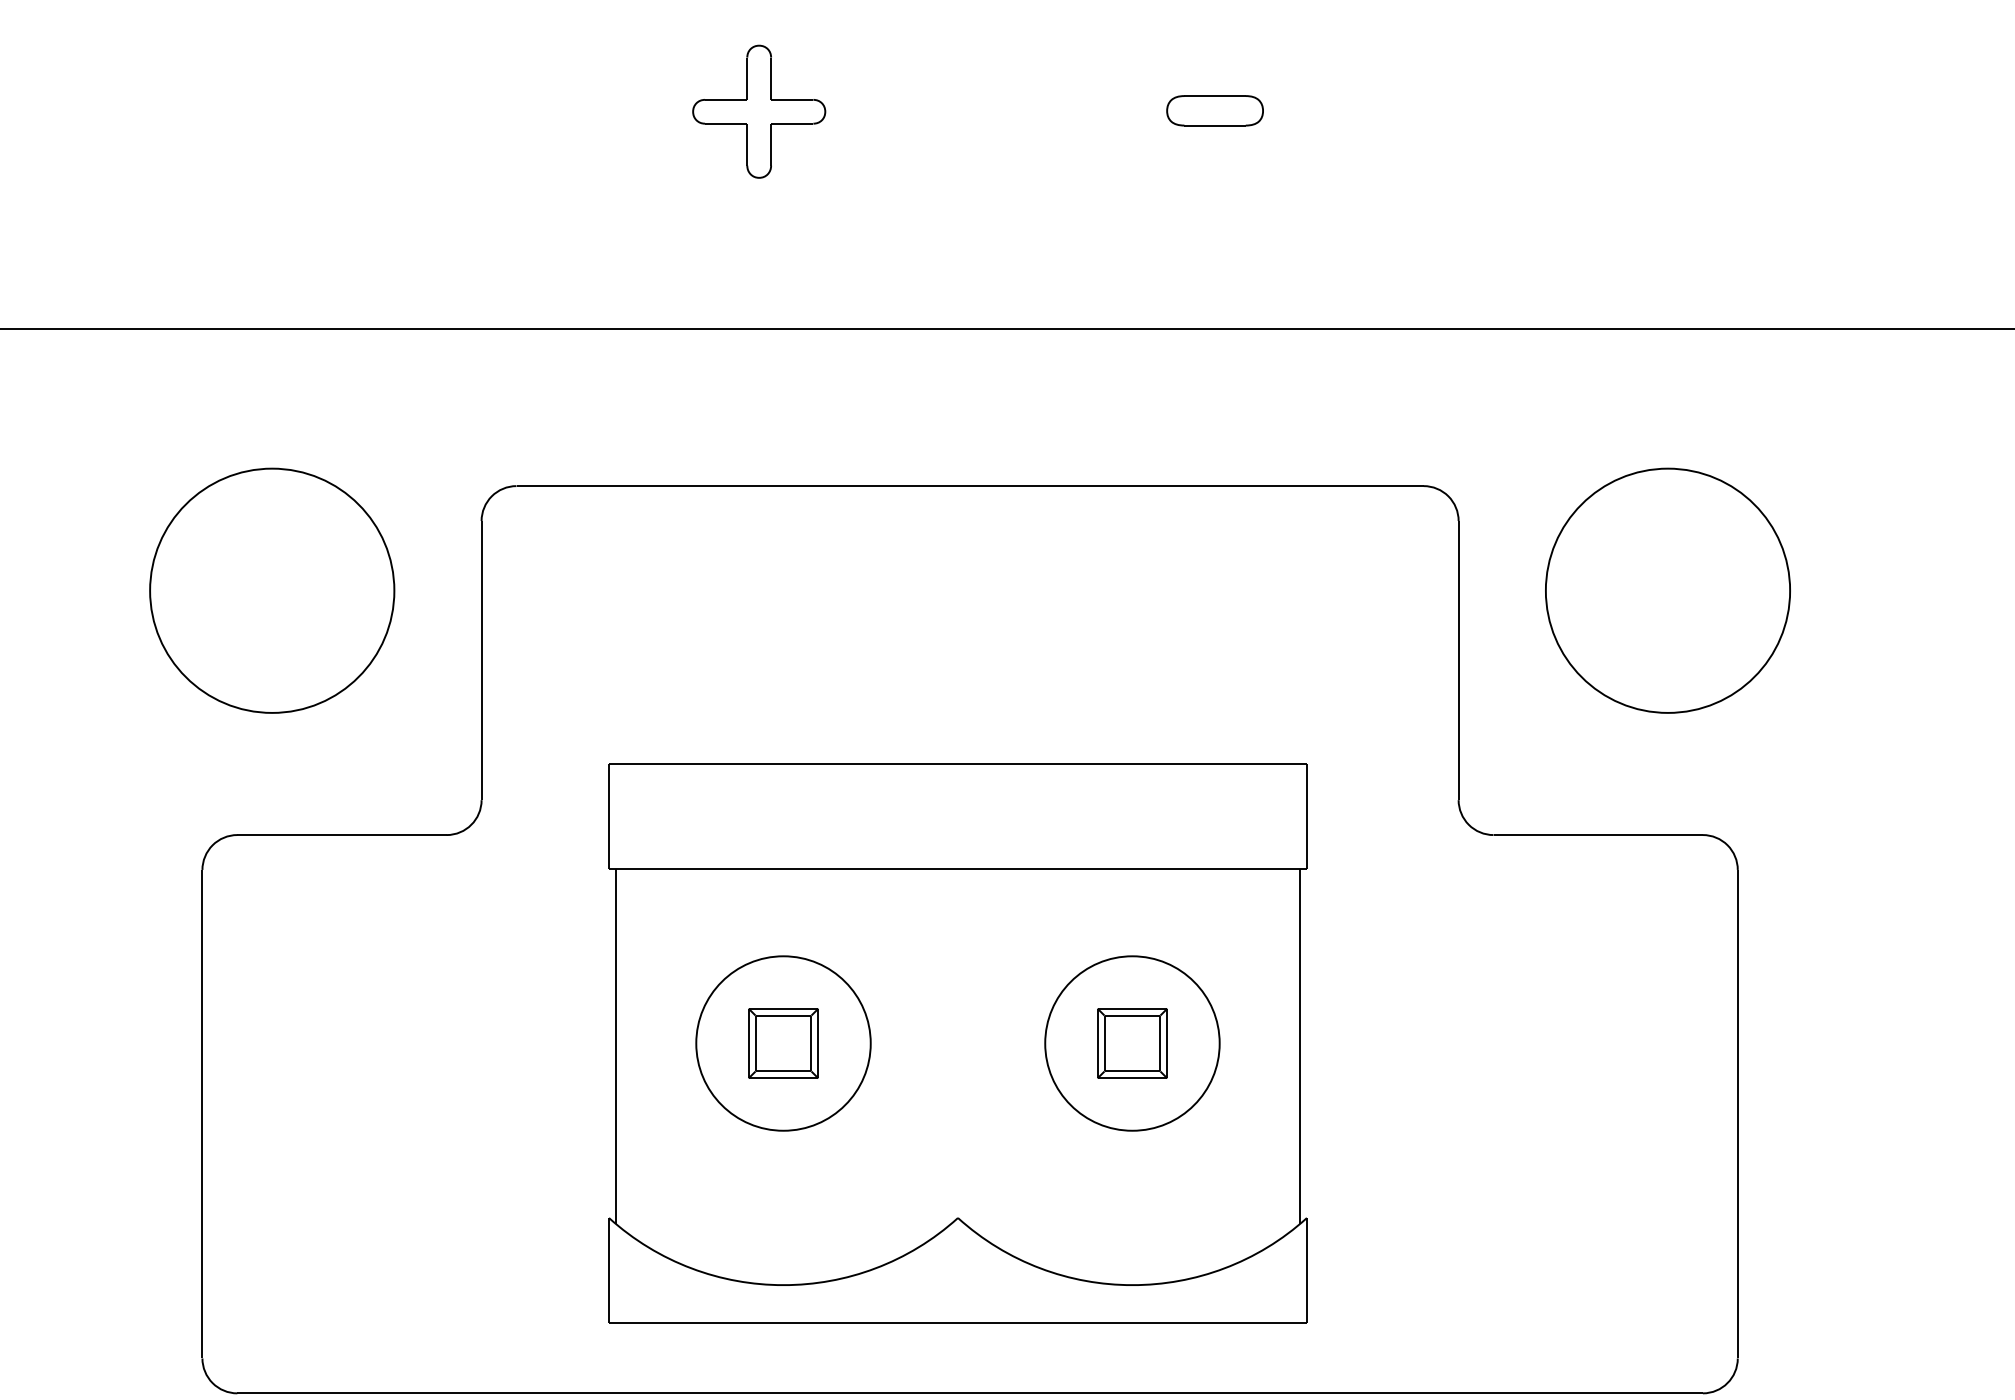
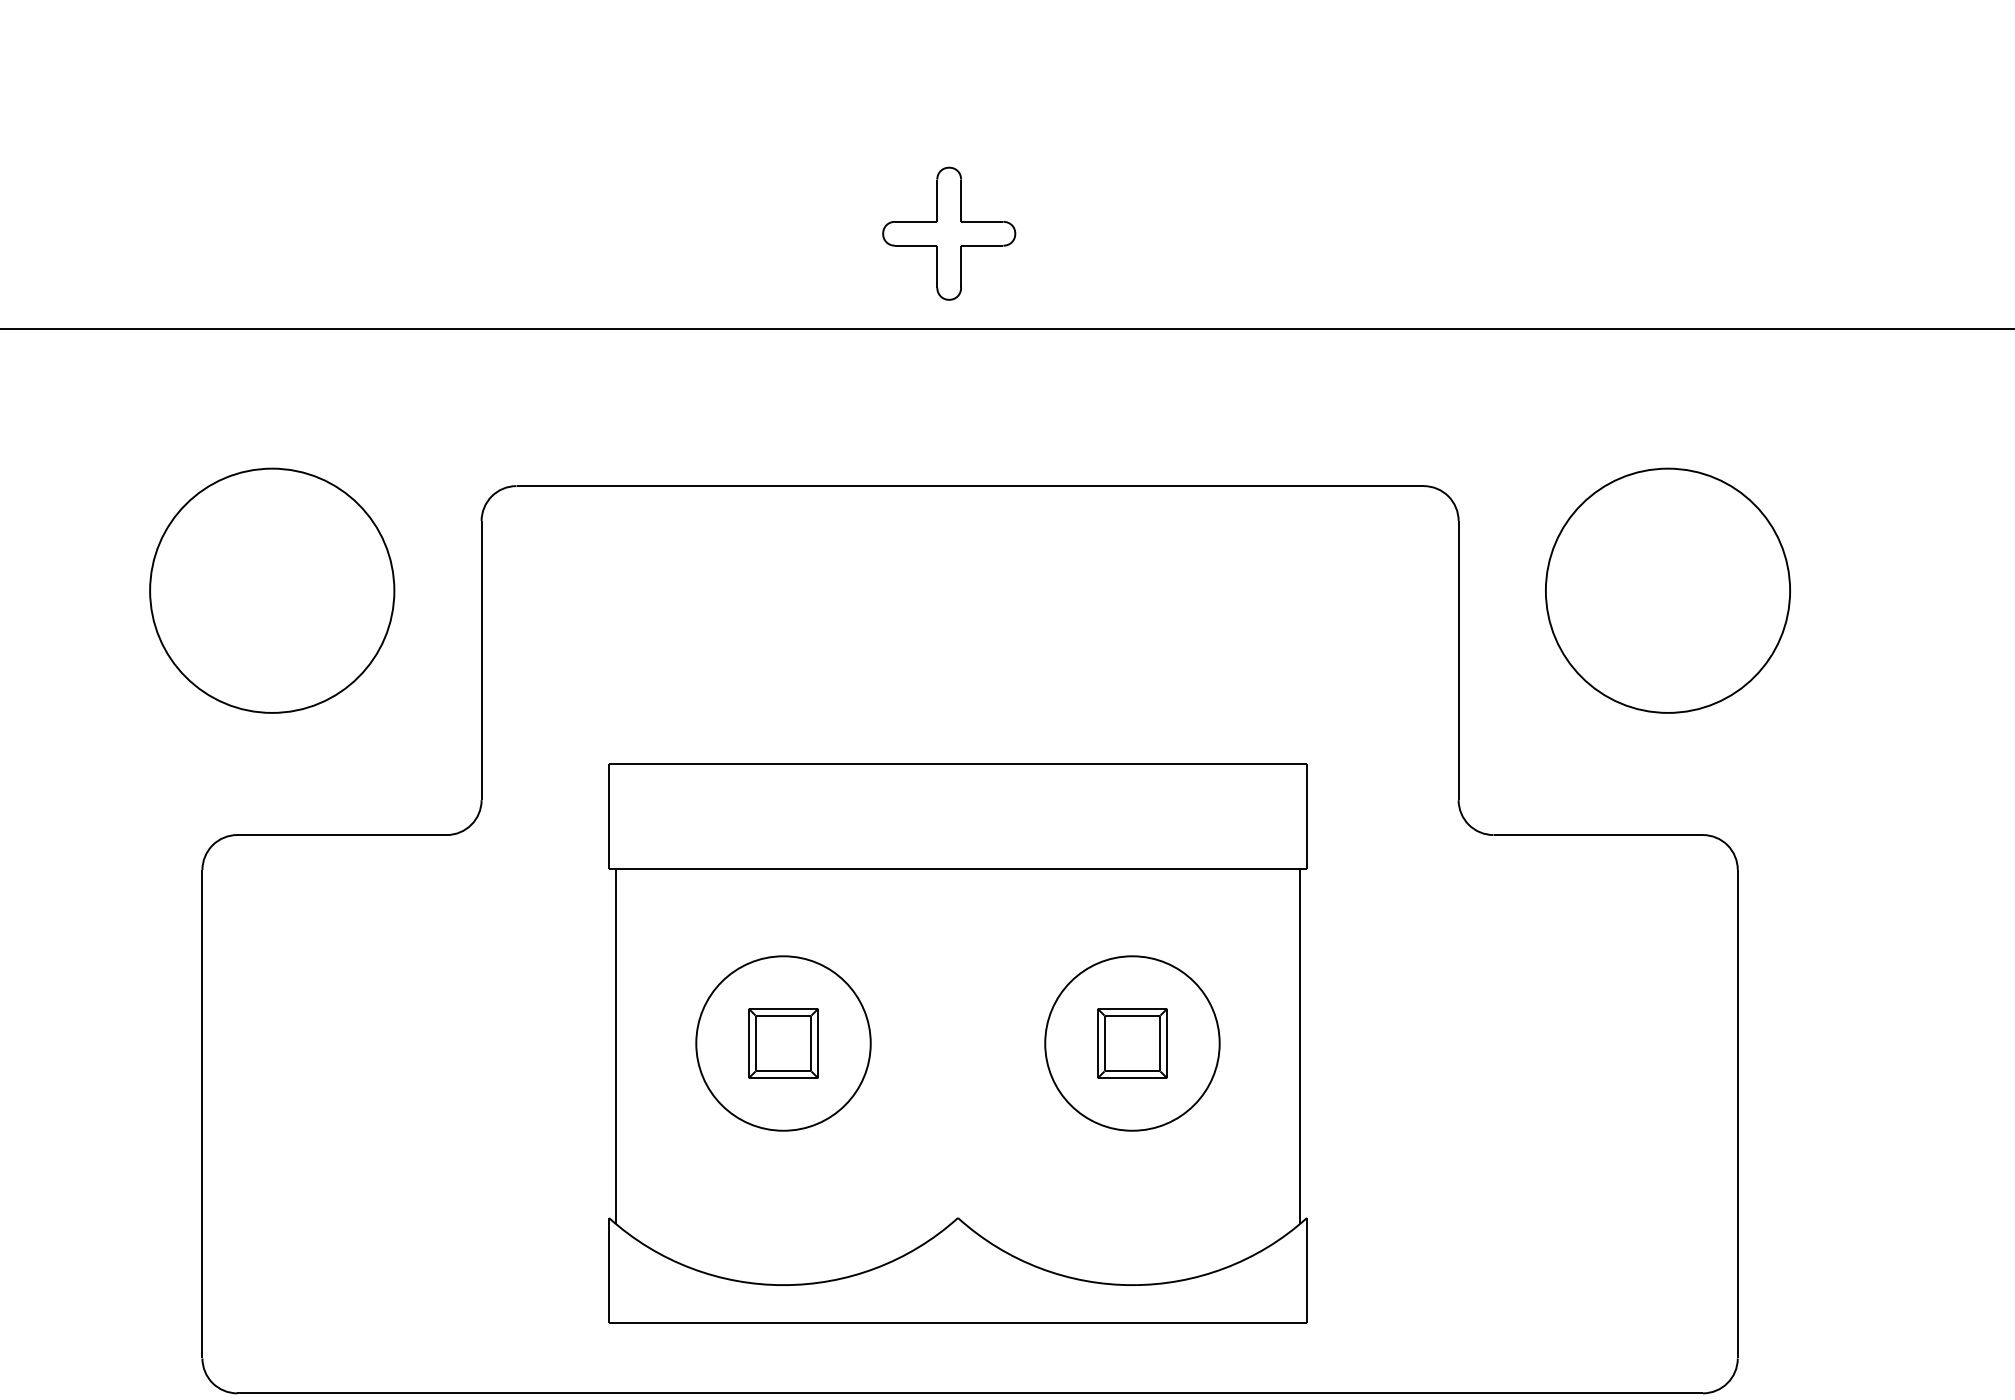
part at (1214, 110): present -> none
part at (759, 111) position: (759, 111) -> (949, 233)
